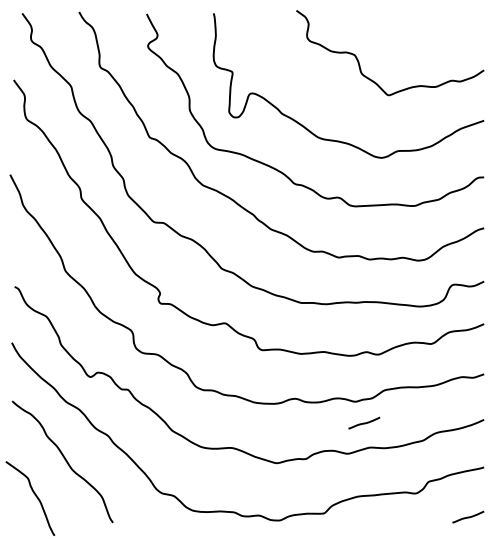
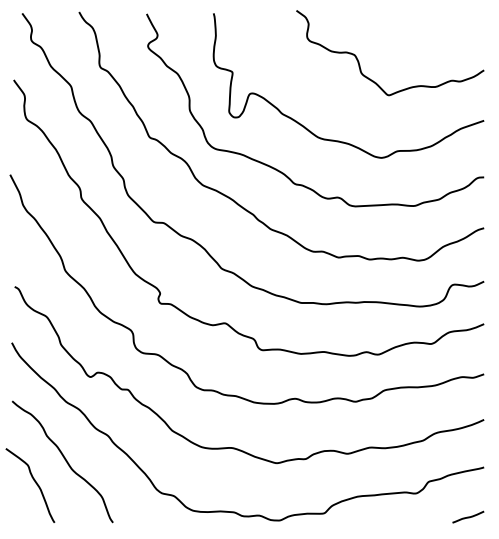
curve at (364, 422): present -> none
curve at (34, 495) position: (34, 495) -> (34, 482)
